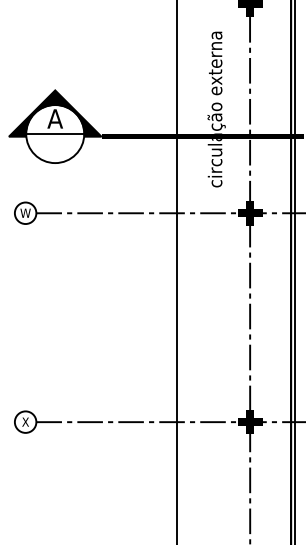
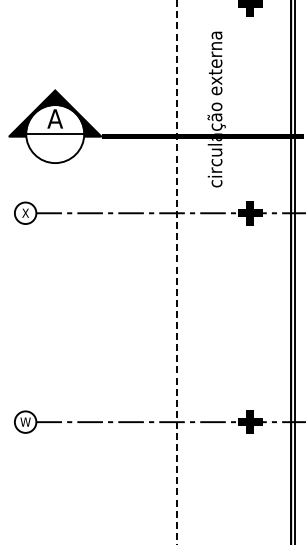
text at (25, 212): W -> X
line at (250, 271): present -> none
line at (176, 272): solid -> dashed
text at (25, 421): X -> W
